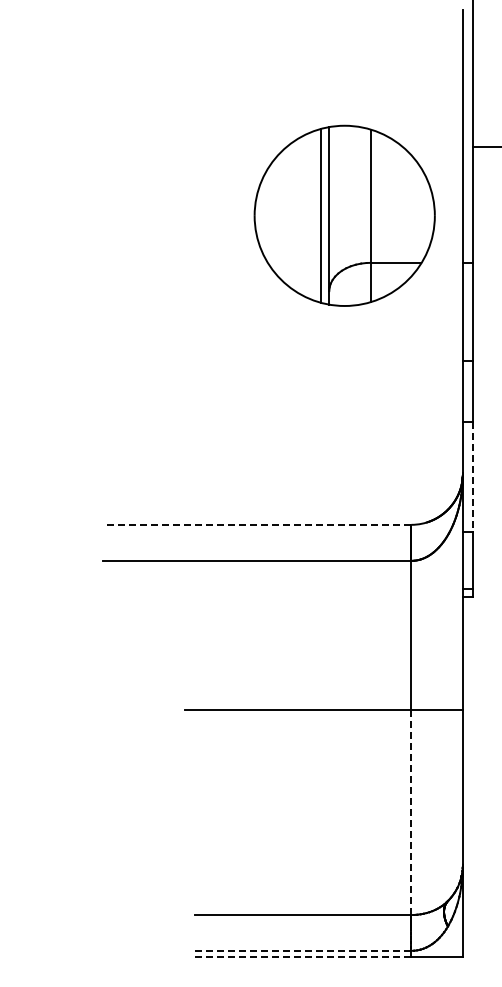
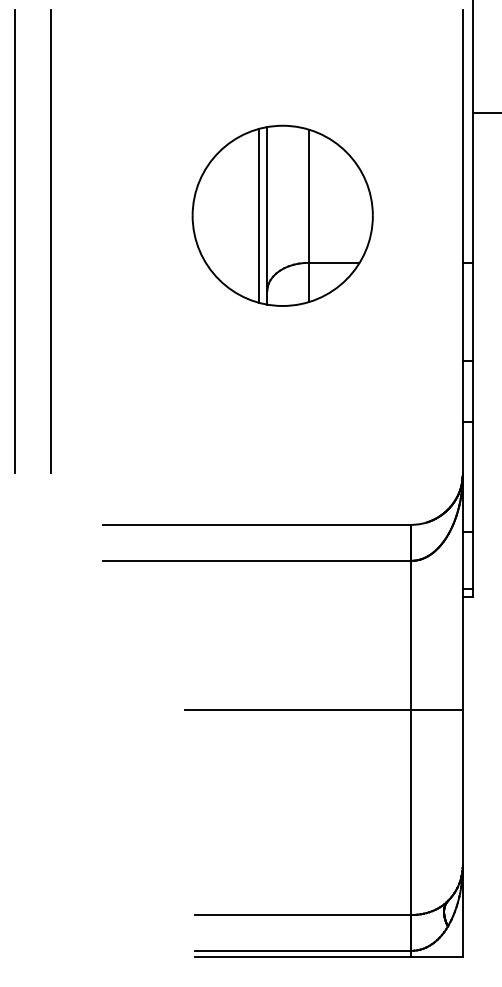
line at (485, 146) position: (485, 146) -> (485, 112)
part at (344, 215) position: (344, 215) -> (282, 215)
line at (14, 241): none -> present
line at (50, 241): none -> present
line at (473, 477): dashed -> solid
line at (256, 524): dashed -> solid
line at (411, 812): dashed -> solid
line at (302, 950): dashed -> solid
line at (302, 957): dashed -> solid
